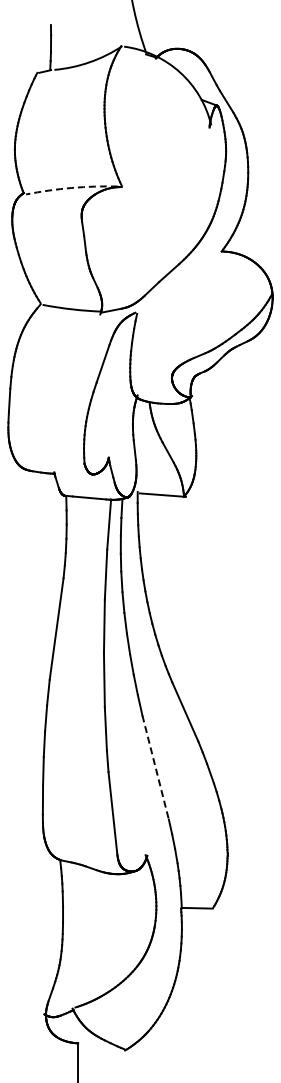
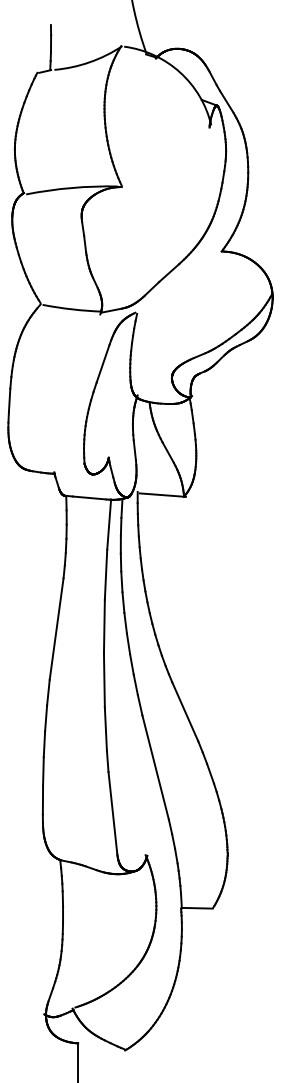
arc at (71, 187): dashed -> solid
line at (155, 767): dashed -> solid
